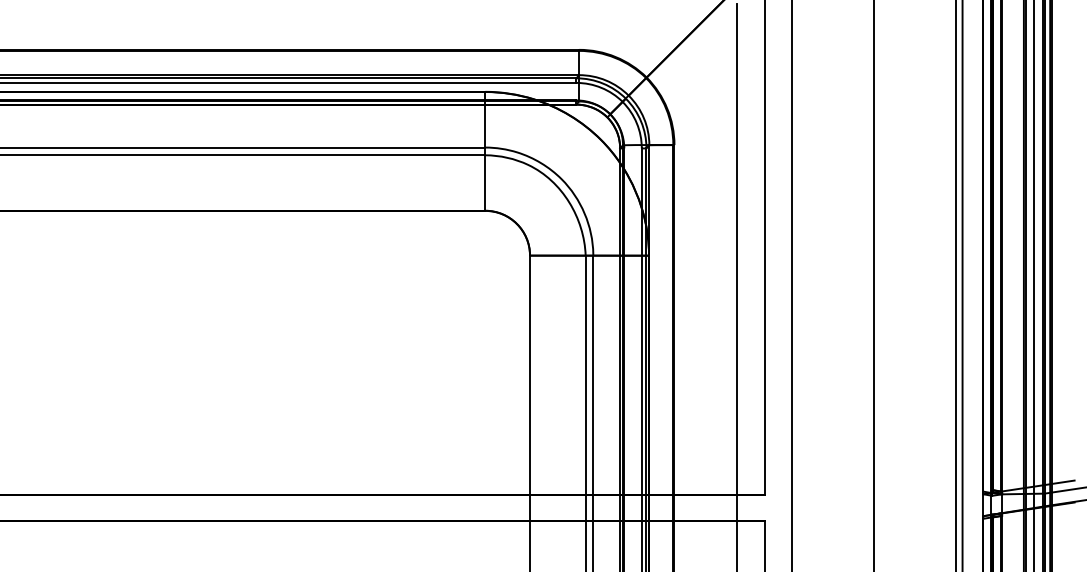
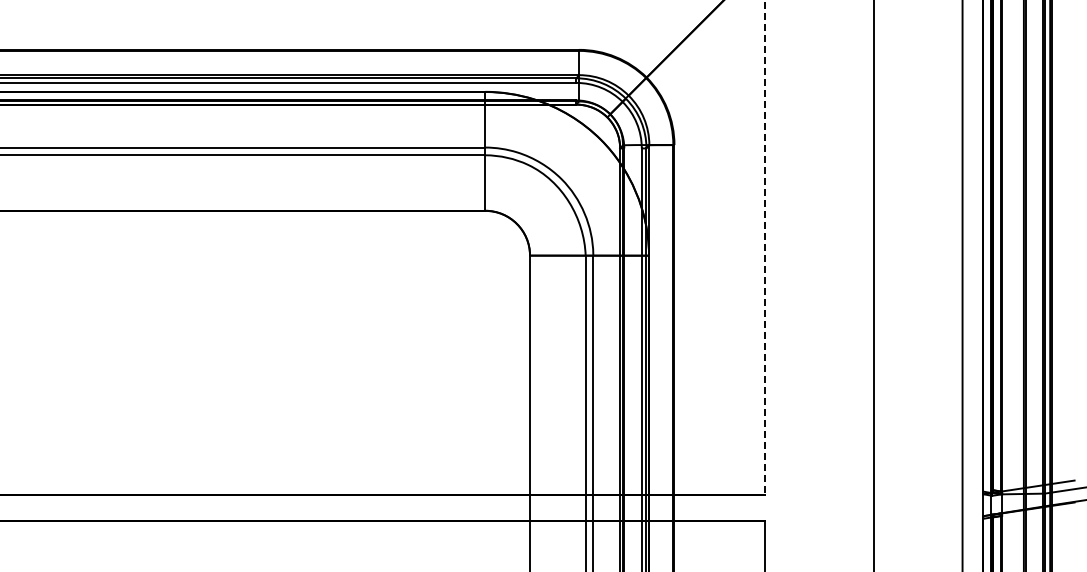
line at (765, 248): solid -> dashed
line at (737, 285): present -> none
line at (791, 285): present -> none
line at (956, 285): present -> none
line at (1034, 285): present -> none
